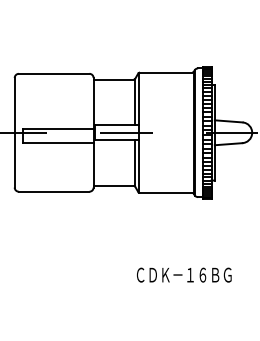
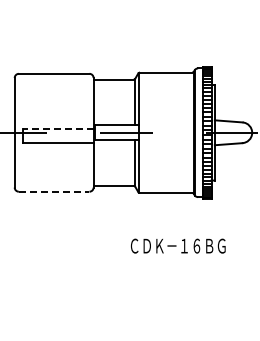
line at (57, 128): solid -> dashed
line at (54, 191): solid -> dashed
text at (184, 274) position: (184, 274) -> (178, 245)
